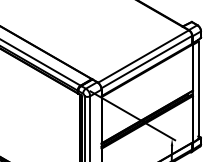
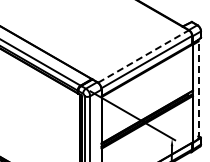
line at (143, 56): solid -> dashed
line at (198, 90): solid -> dashed
